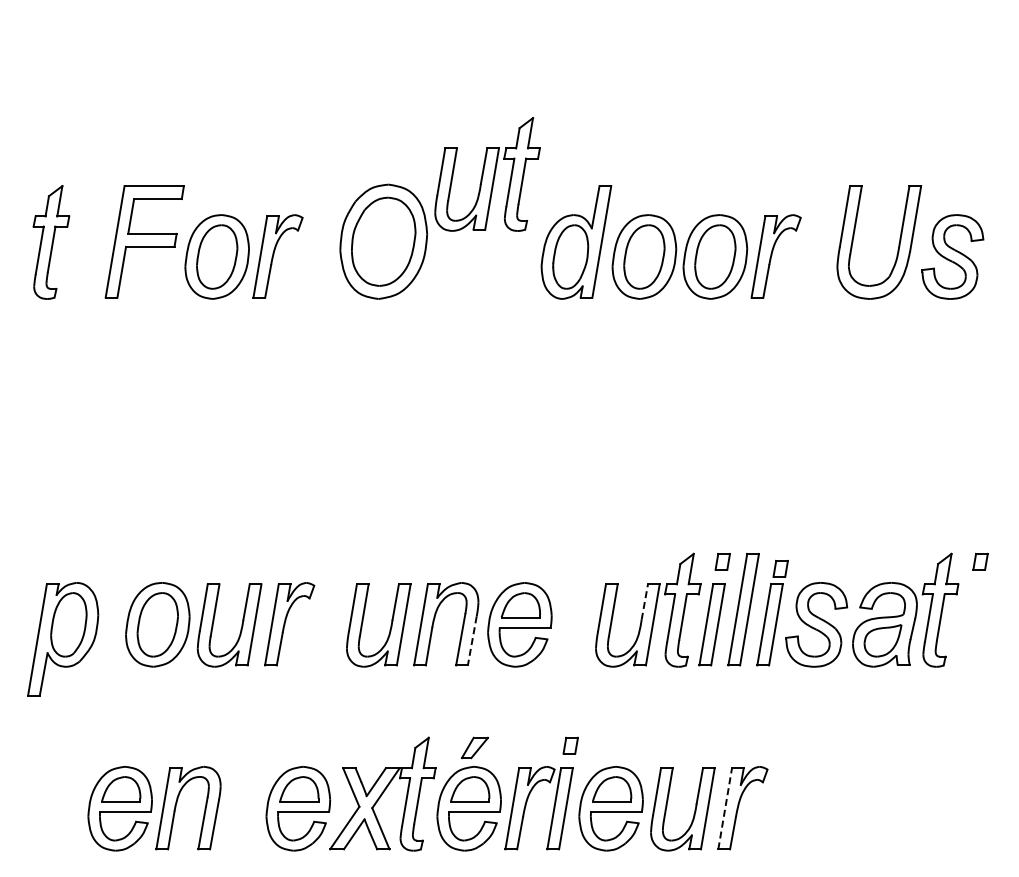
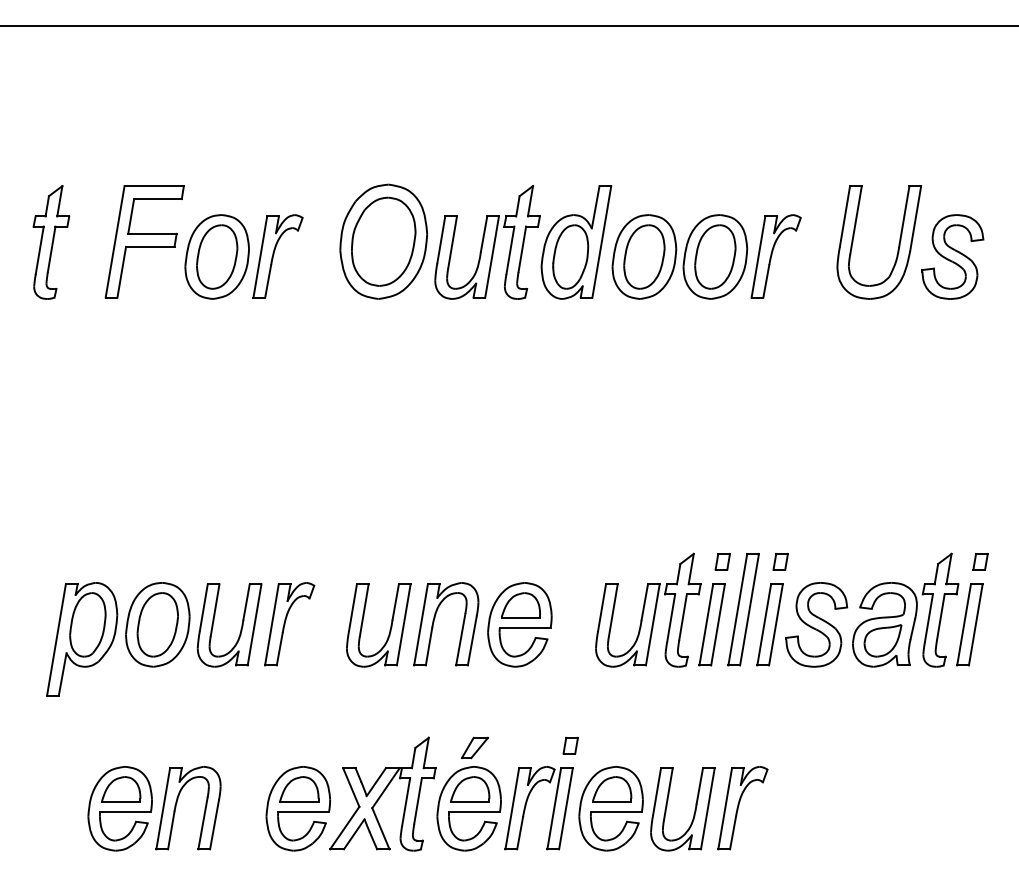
line at (508, 26): none -> present
part at (487, 174) position: (487, 174) -> (487, 242)
part at (780, 568) position: (780, 568) -> (780, 561)
line at (644, 601): dashed -> solid
part at (969, 624): none -> present
part at (63, 639) position: (63, 639) -> (82, 639)
line at (472, 640): dashed -> solid
line at (725, 808): dashed -> solid
